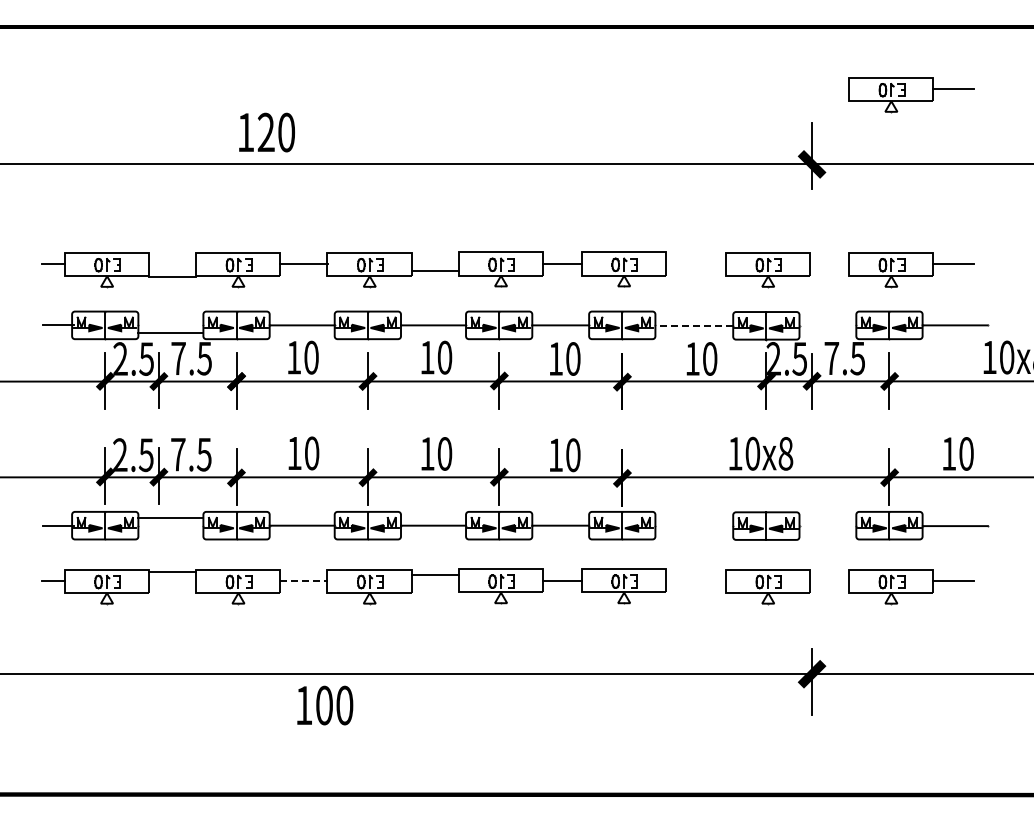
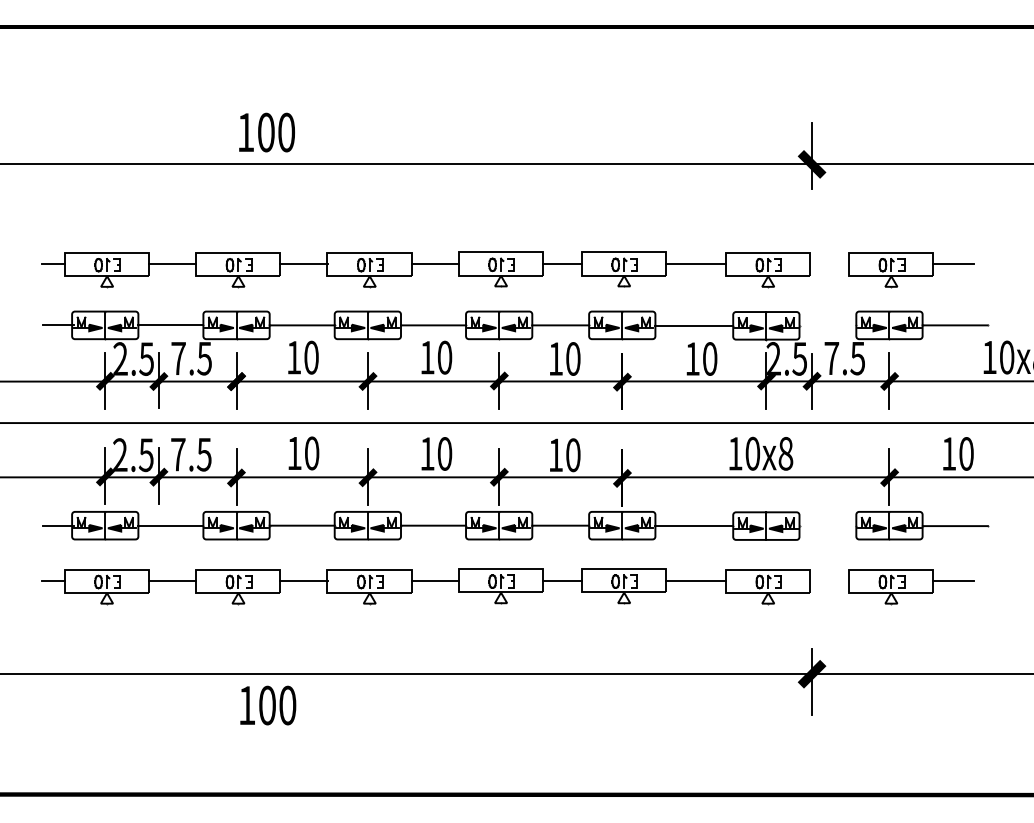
part at (911, 95): present -> none
text at (265, 132): 120 -> 100
line at (696, 264): none -> present
line at (434, 271) position: (434, 271) -> (434, 264)
line at (172, 277) position: (172, 277) -> (172, 264)
line at (694, 325): dashed -> solid
line at (170, 333) position: (170, 333) -> (170, 325)
line at (516, 423): none -> present
line at (170, 517) position: (170, 517) -> (170, 525)
line at (694, 526): none -> present
line at (172, 572) position: (172, 572) -> (172, 581)
line at (434, 575) position: (434, 575) -> (434, 581)
line at (303, 581): dashed -> solid
line at (696, 581): none -> present
text at (325, 705) position: (325, 705) -> (268, 705)
